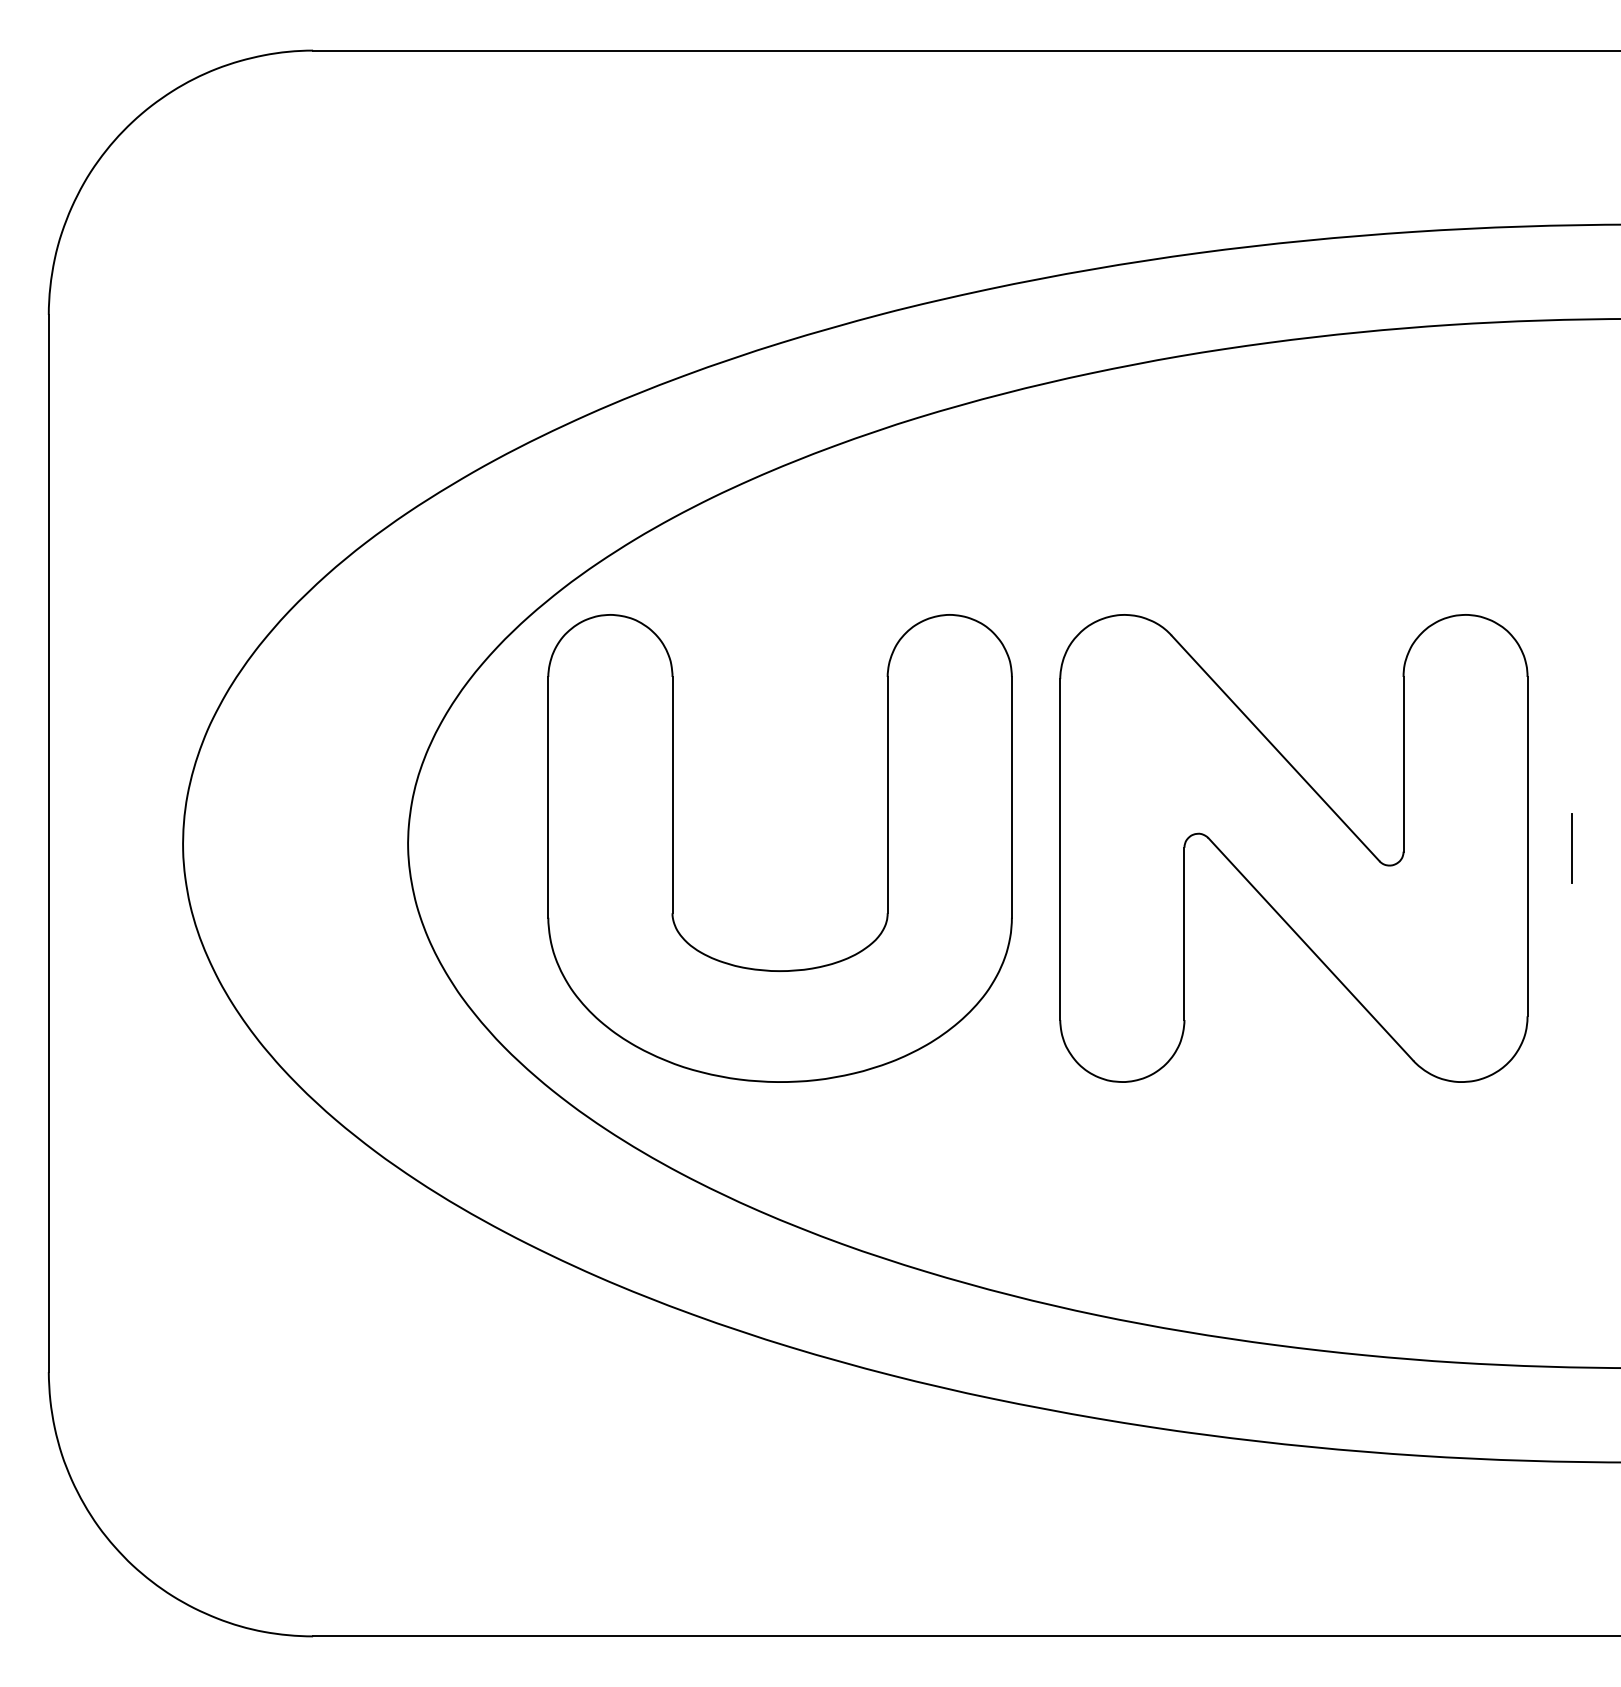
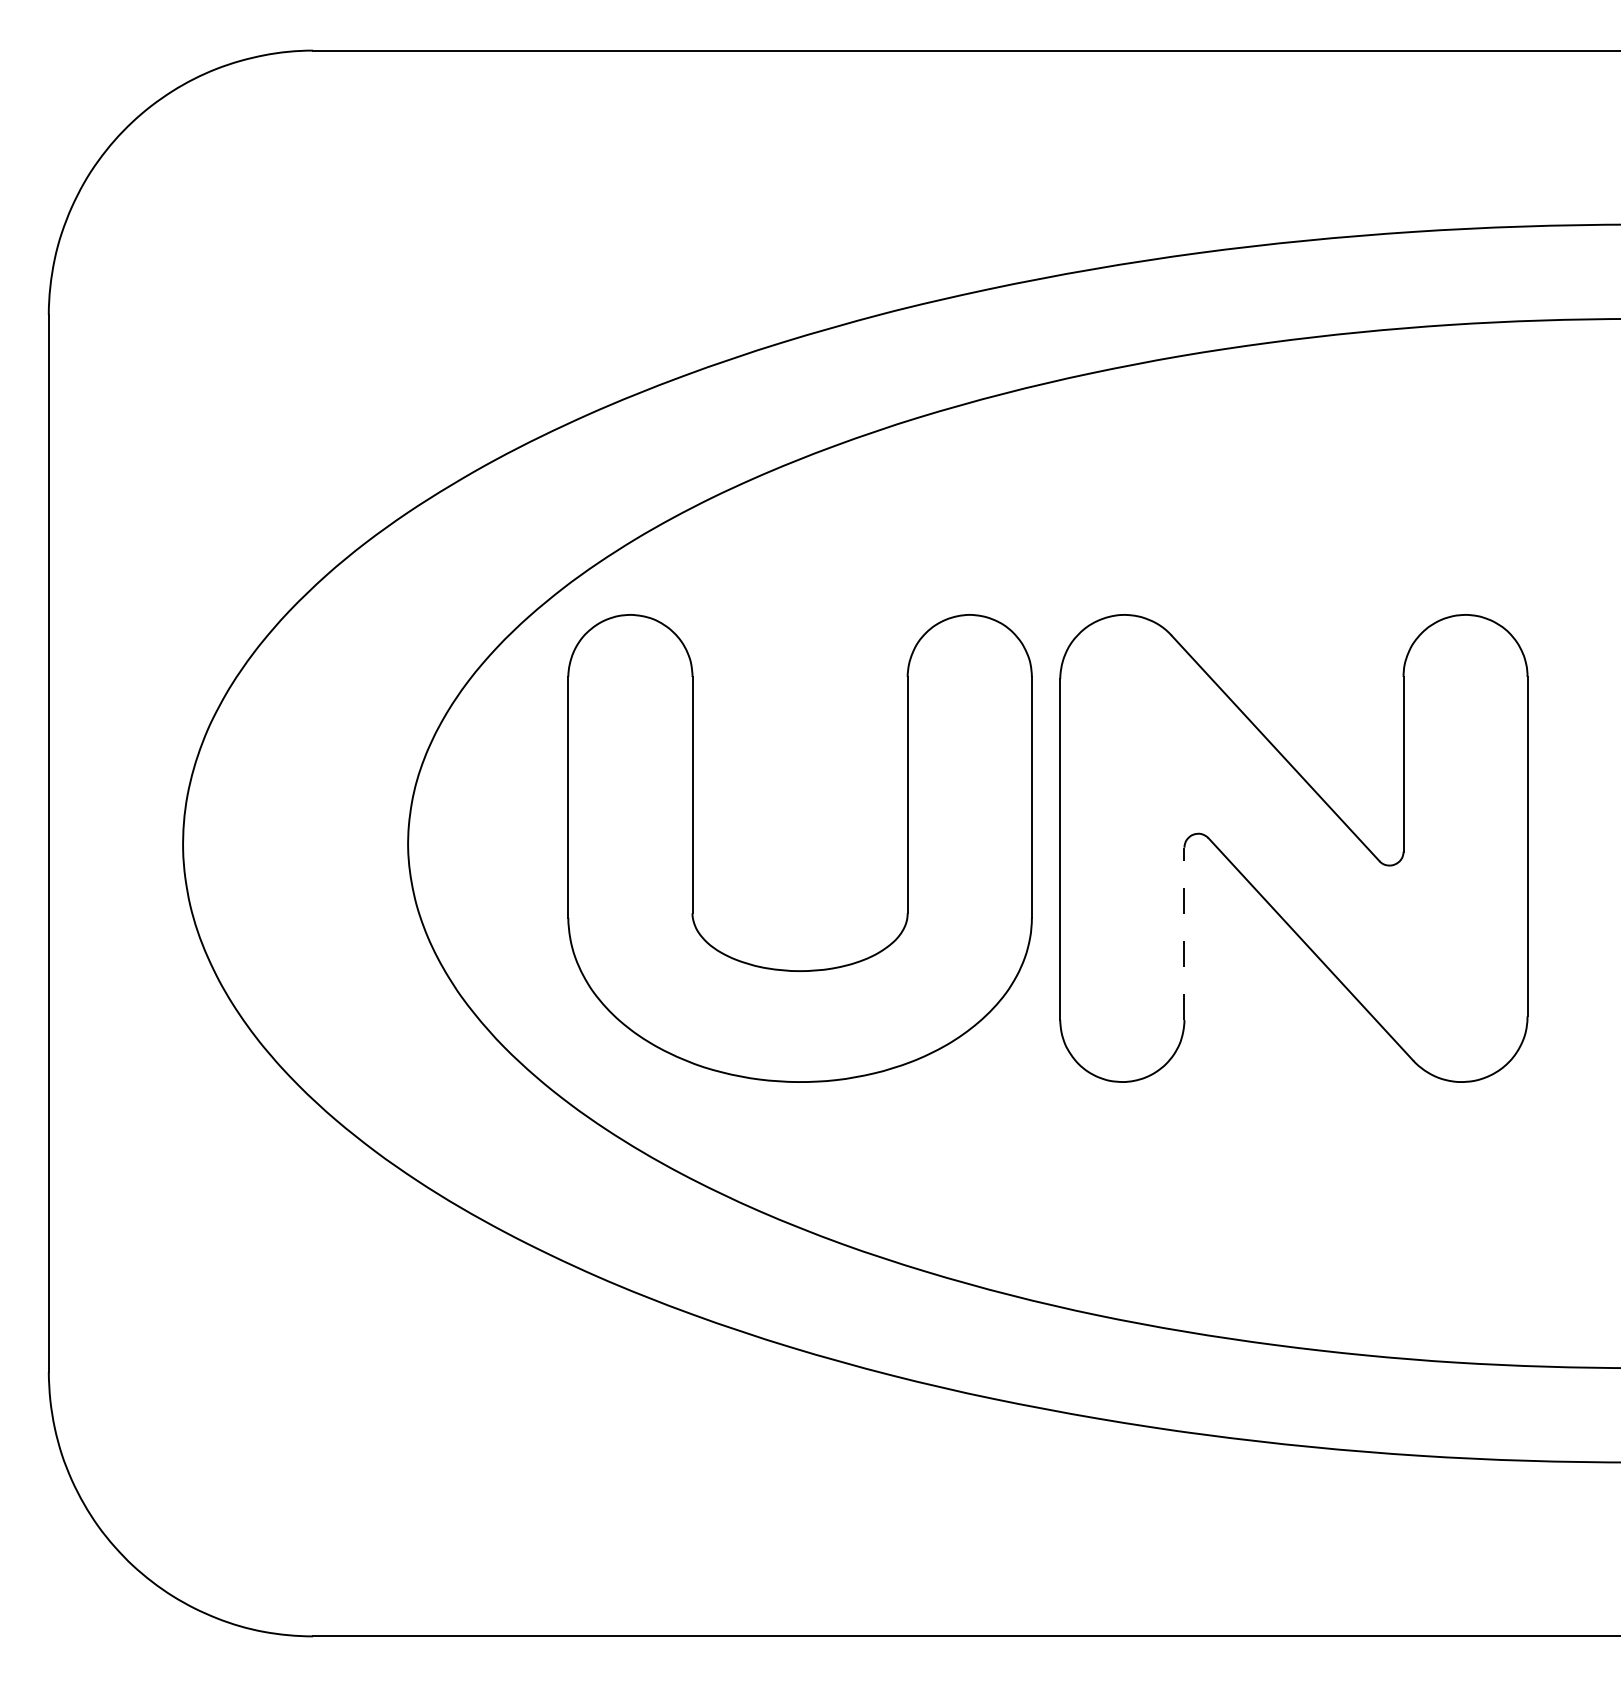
part at (673, 848) position: (673, 848) -> (693, 848)
line at (1572, 848): present -> none
line at (1184, 933): solid -> dashed
